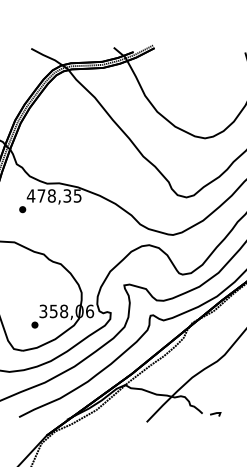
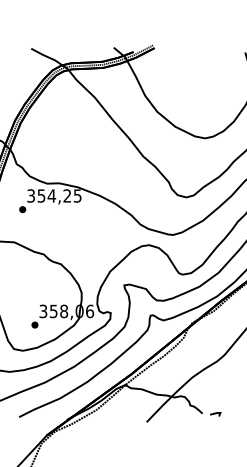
text at (48, 195): 478,35 -> 354,25
